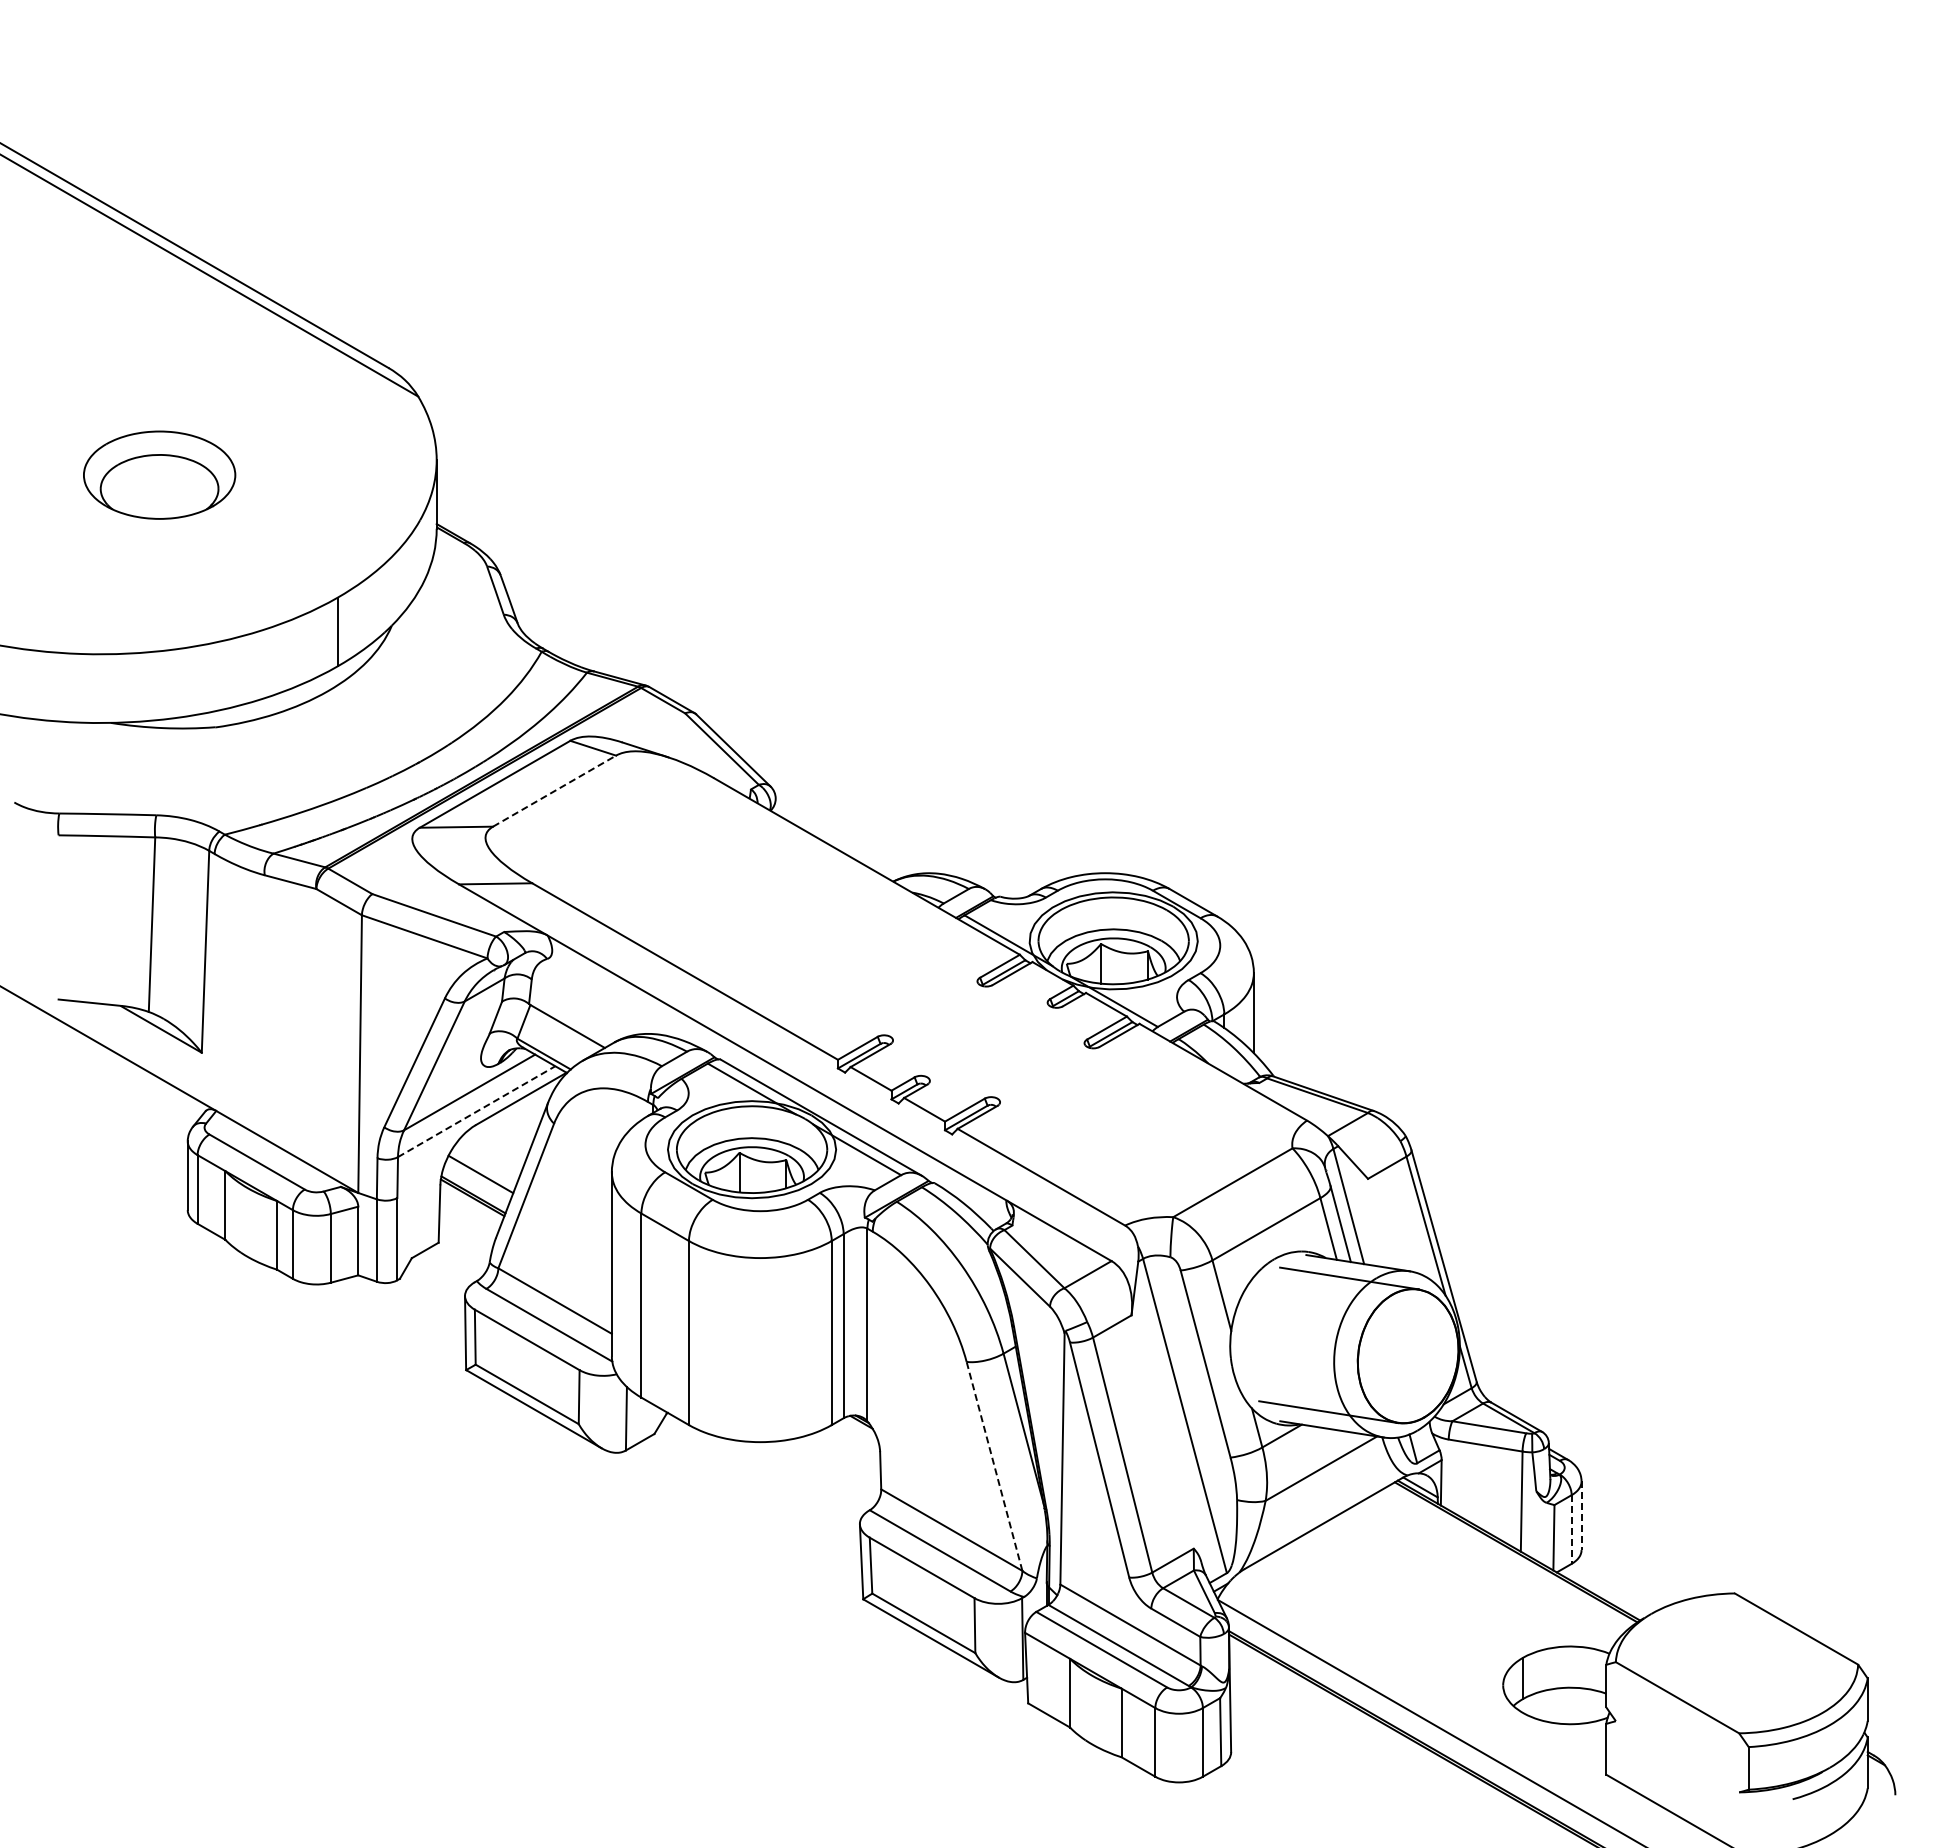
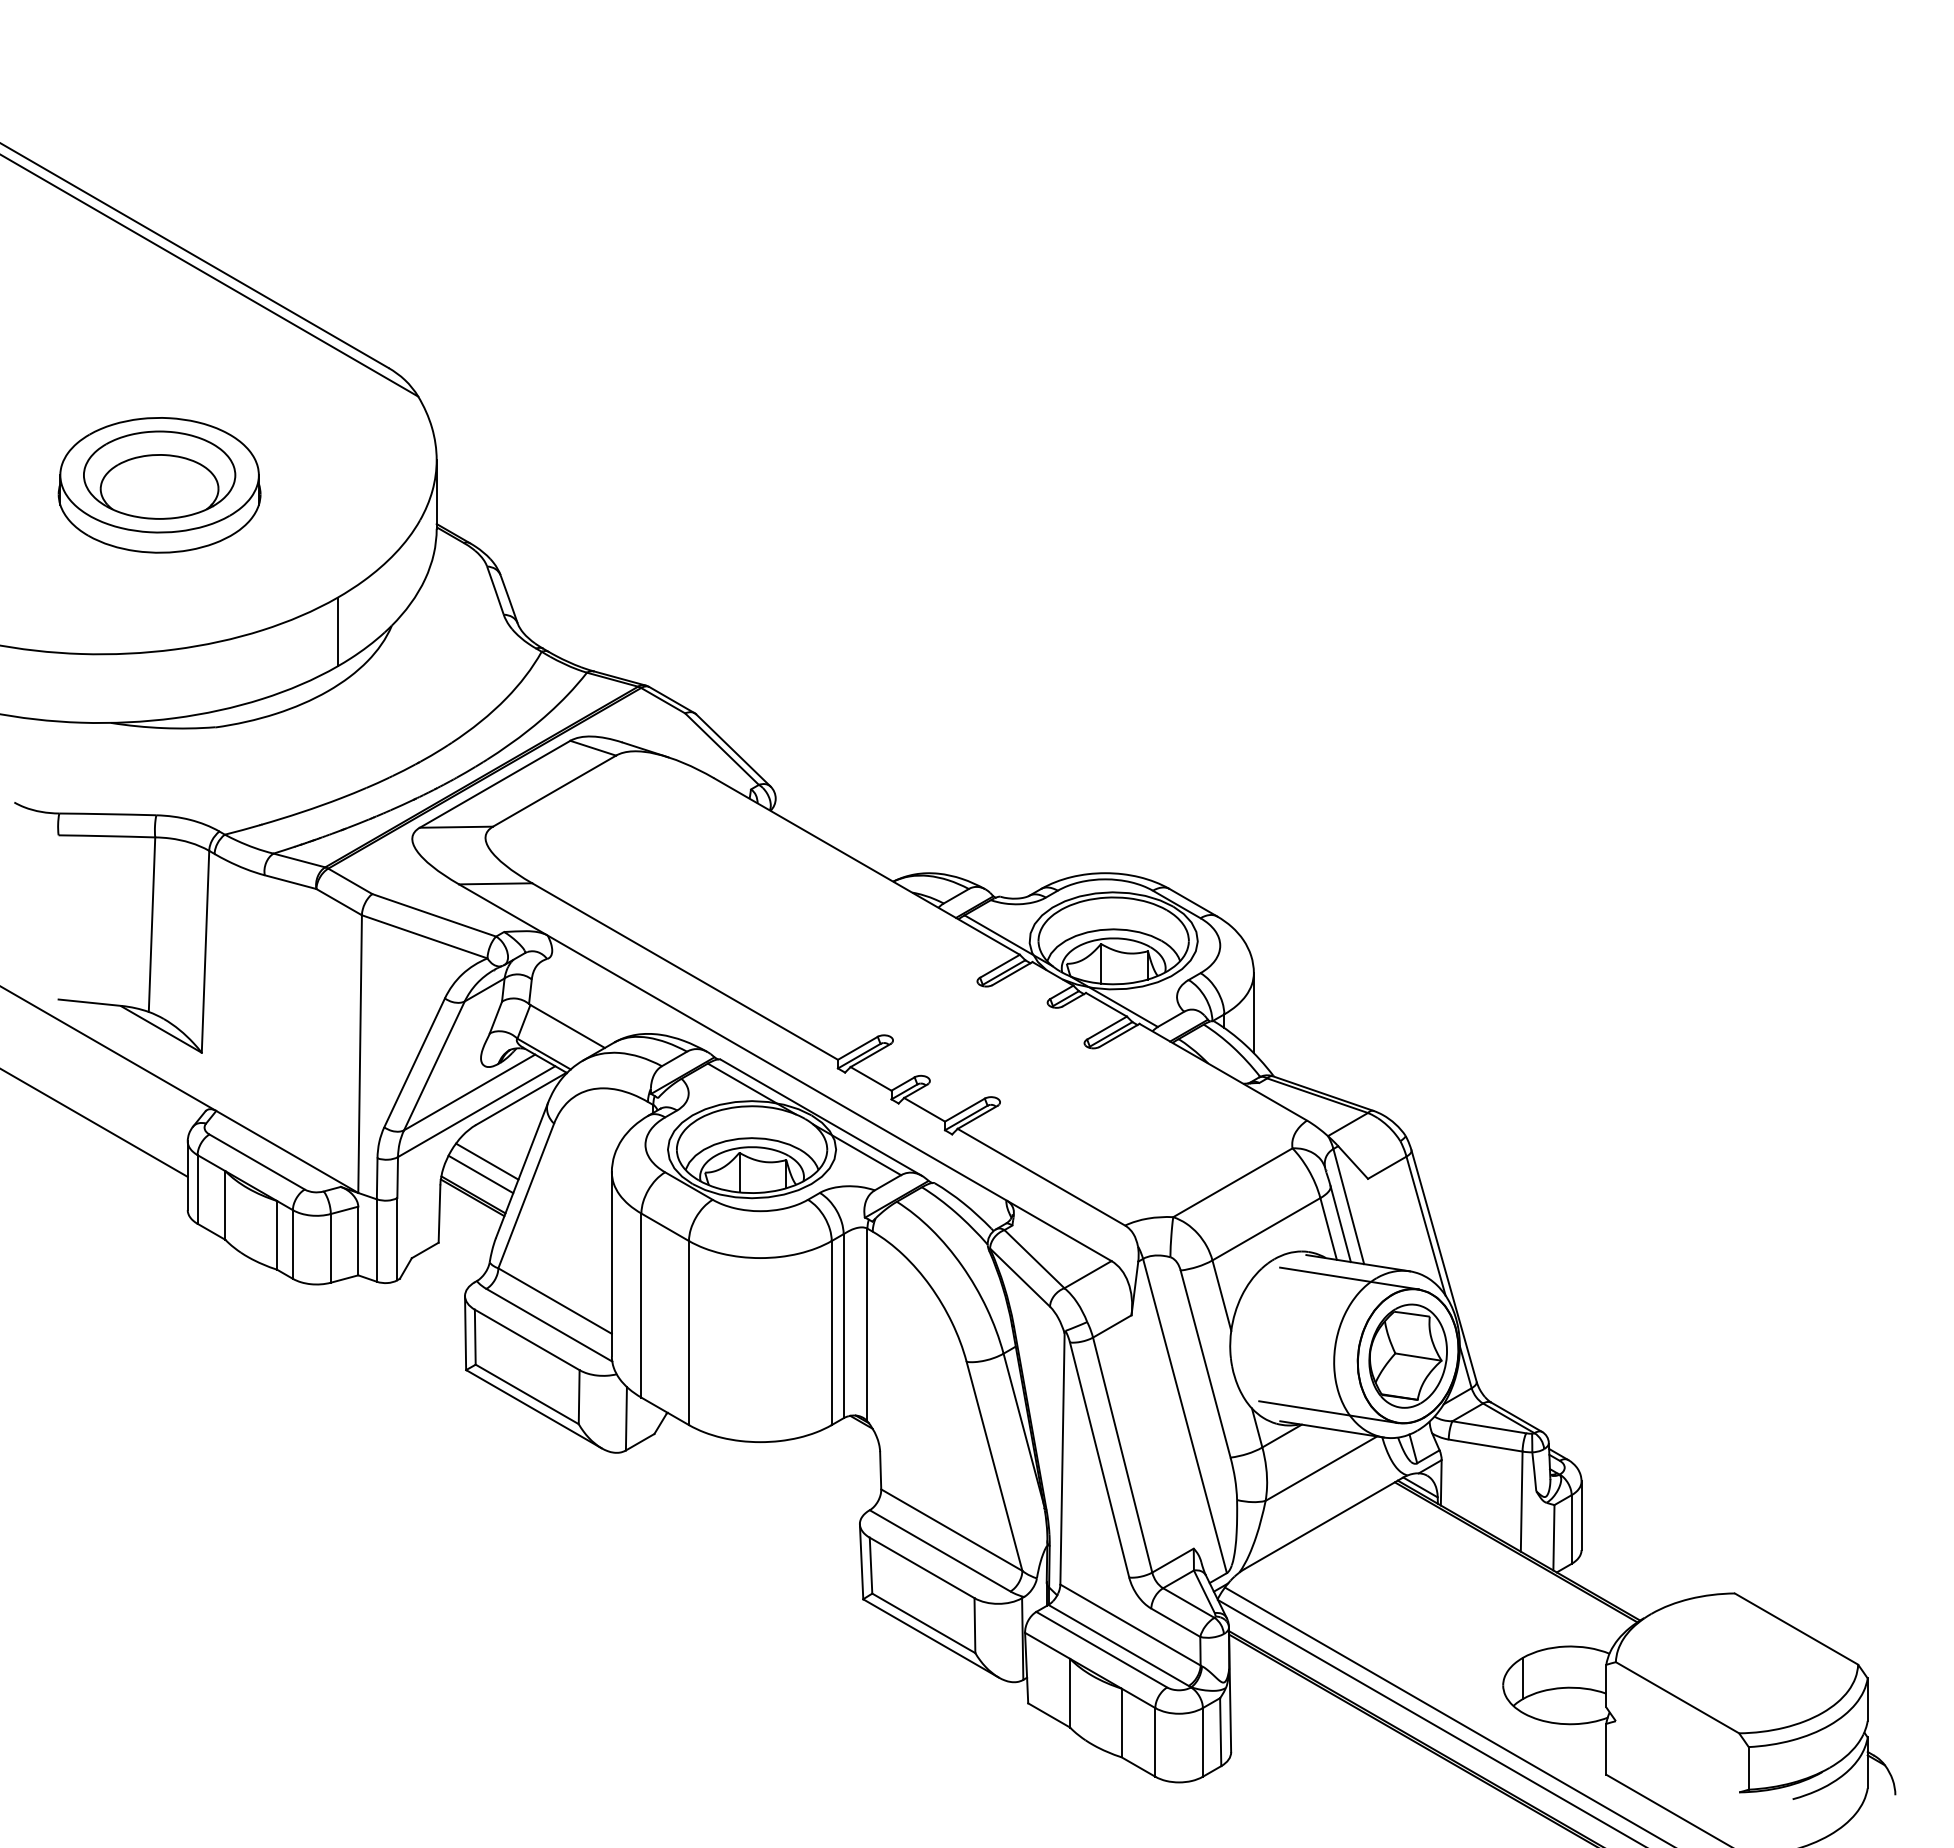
part at (159, 485): none -> present
line at (555, 790): dashed -> solid
line at (476, 1111): dashed -> solid
line at (94, 1122): none -> present
line at (487, 1161): none -> present
part at (1407, 1355): none -> present
line at (994, 1465): dashed -> solid
line at (1581, 1516): dashed -> solid
line at (1571, 1530): dashed -> solid
line at (1447, 1715): none -> present
